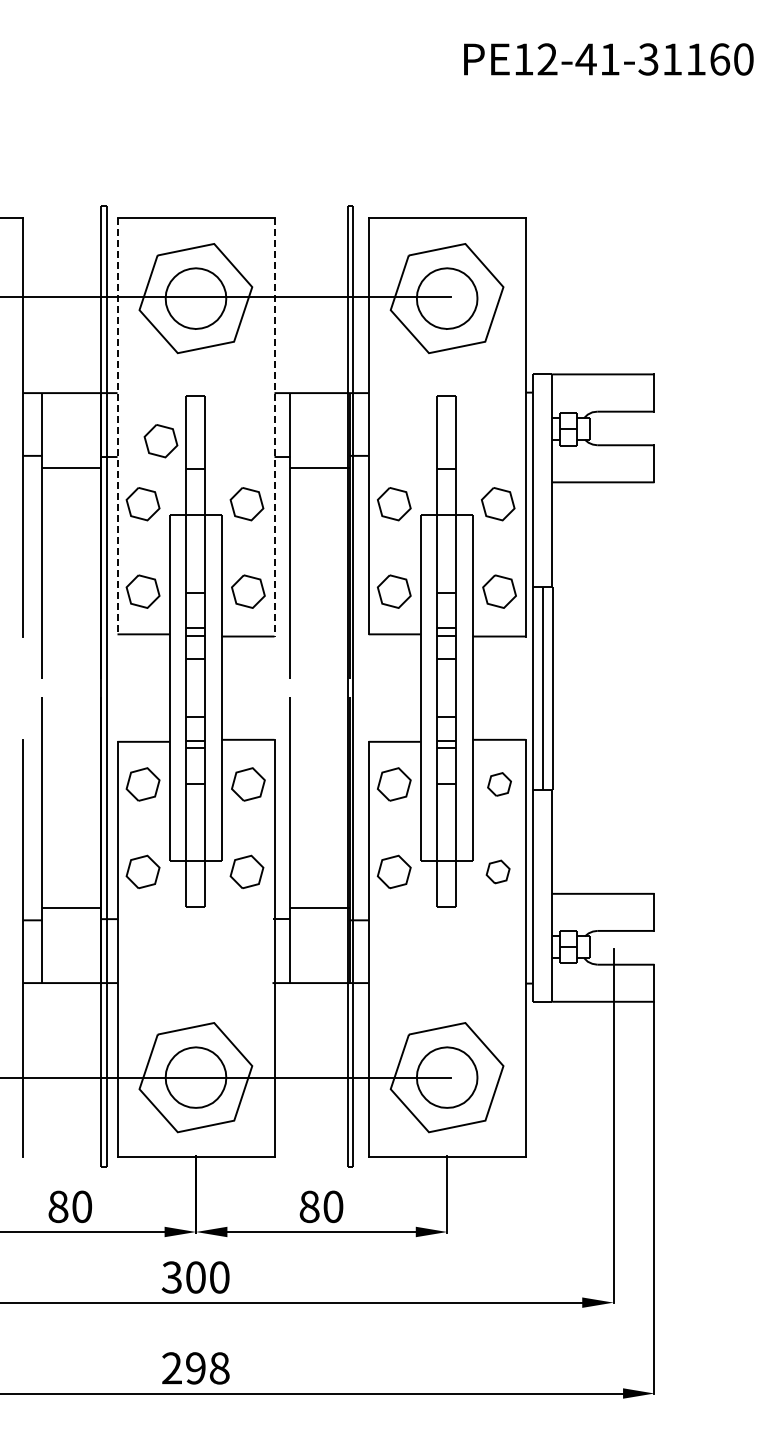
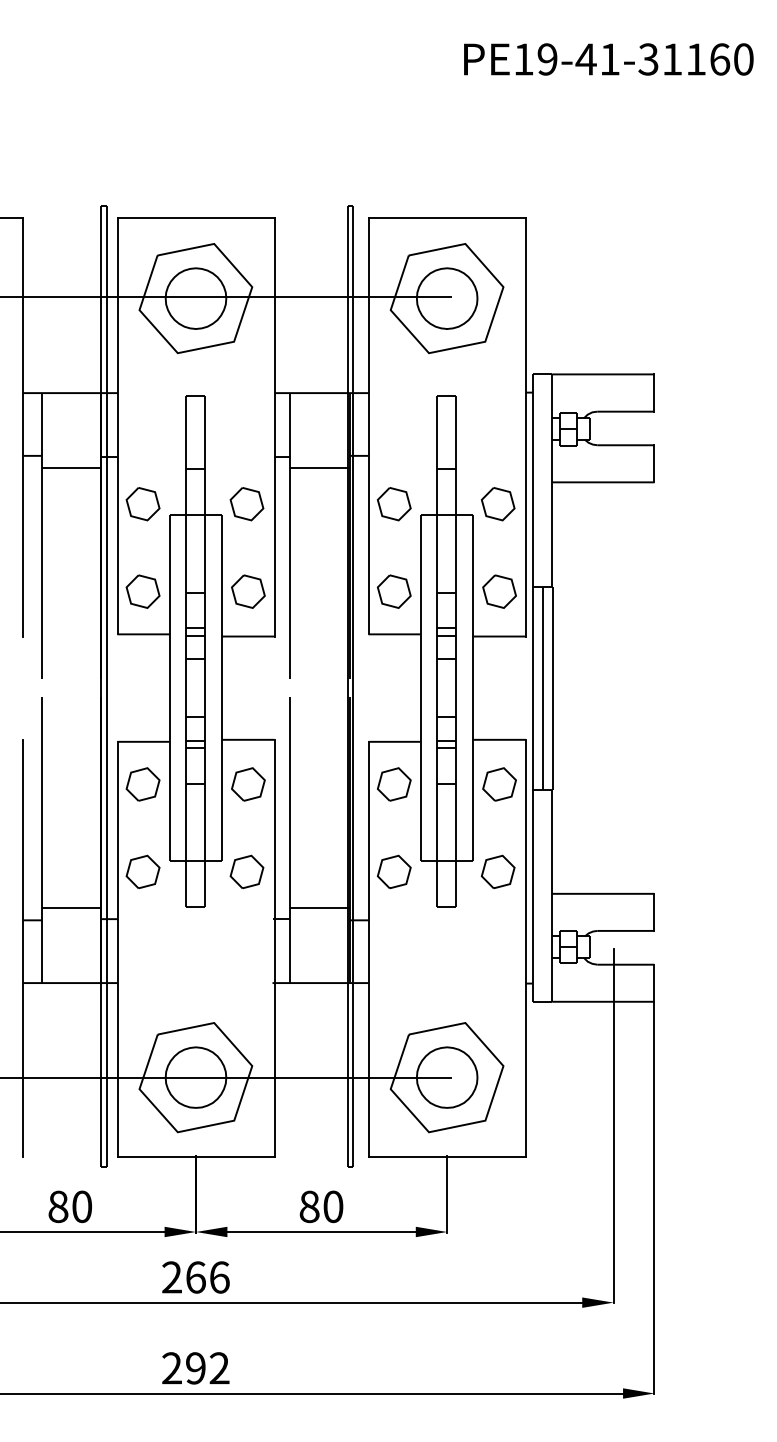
text at (547, 59): 12-41-31160 -> 19-41-31160
line at (117, 426): dashed -> solid
line at (274, 427): dashed -> solid
part at (160, 441): present -> none
part at (499, 784) size: 25x25 px -> 35x35 px
part at (497, 871) size: 26x26 px -> 36x36 px
text at (195, 1277): 300 -> 266
text at (219, 1368): 298 -> 292
